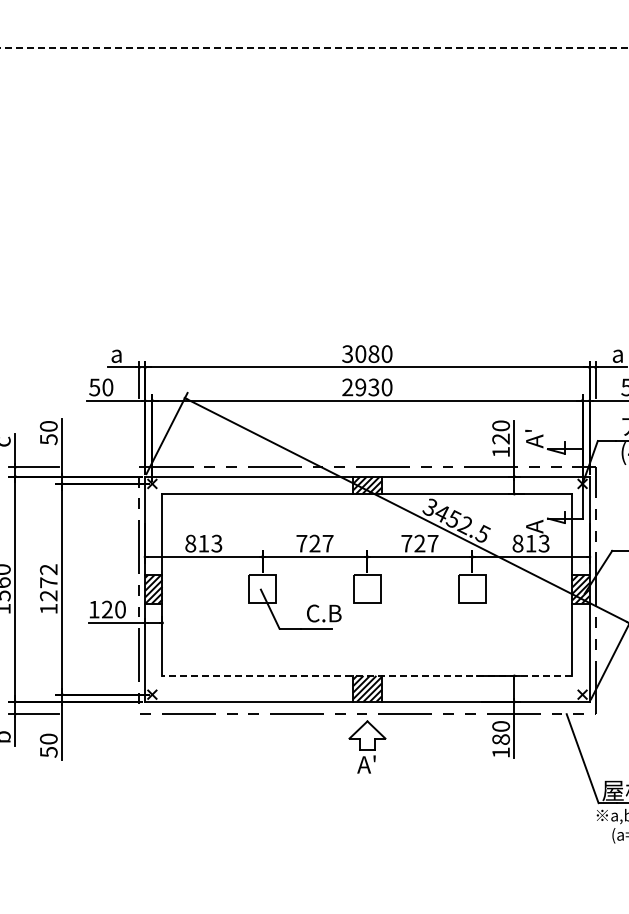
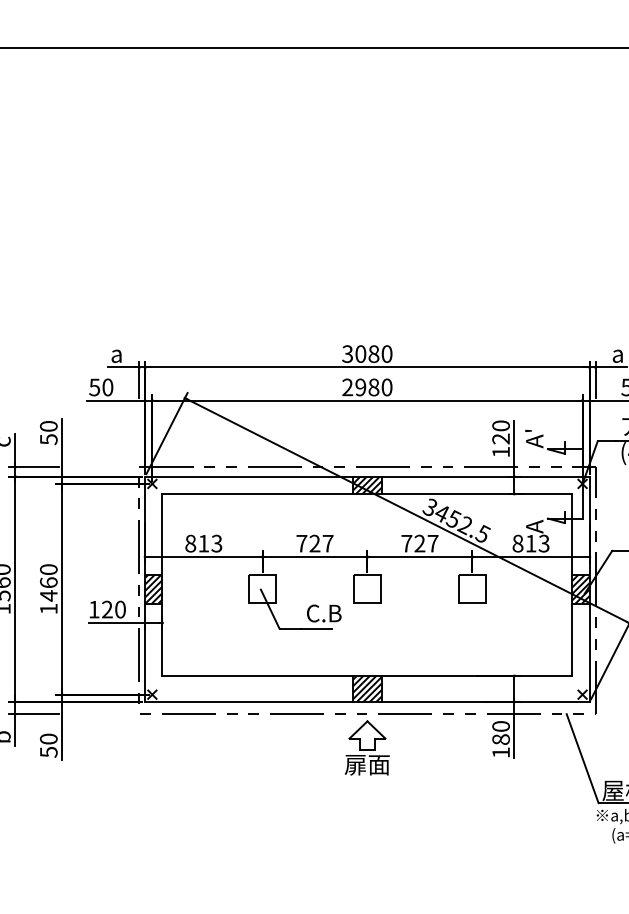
line at (314, 48): dashed -> solid
text at (373, 387): 2930 -> 2980
text at (48, 582): 1272 -> 1460
line at (367, 675): dashed -> solid
text at (366, 765): A' -> 扉面
